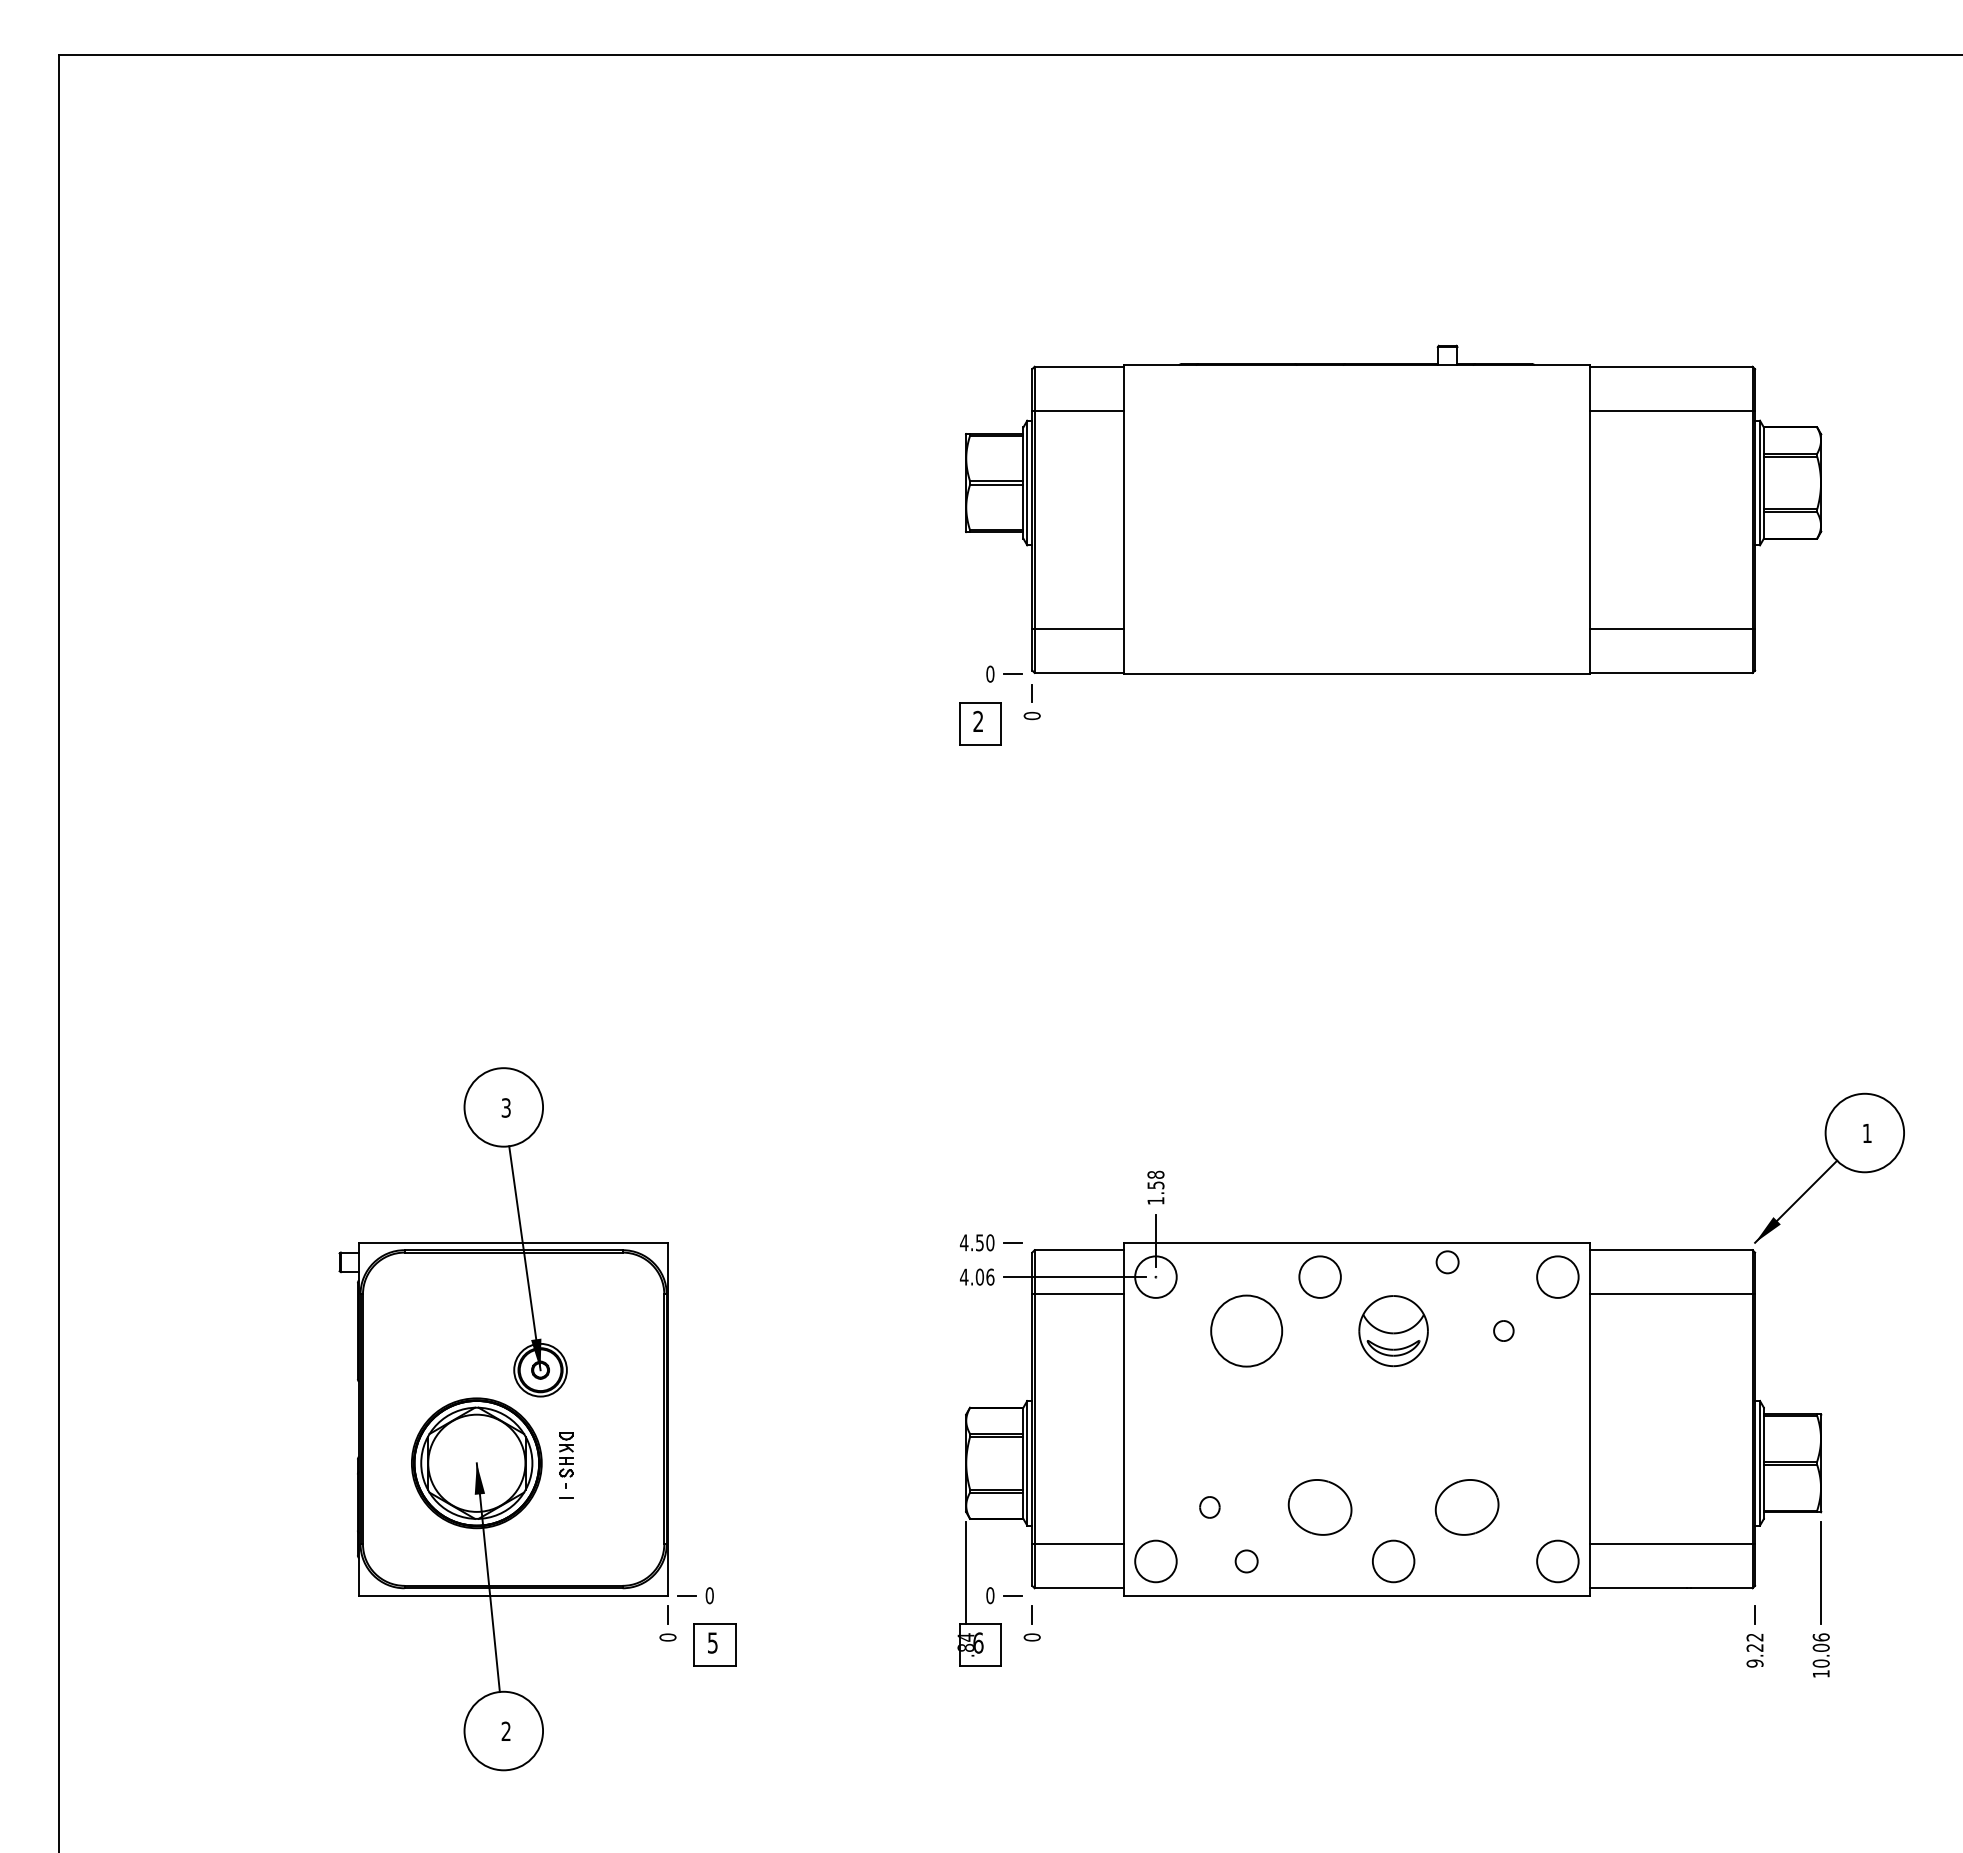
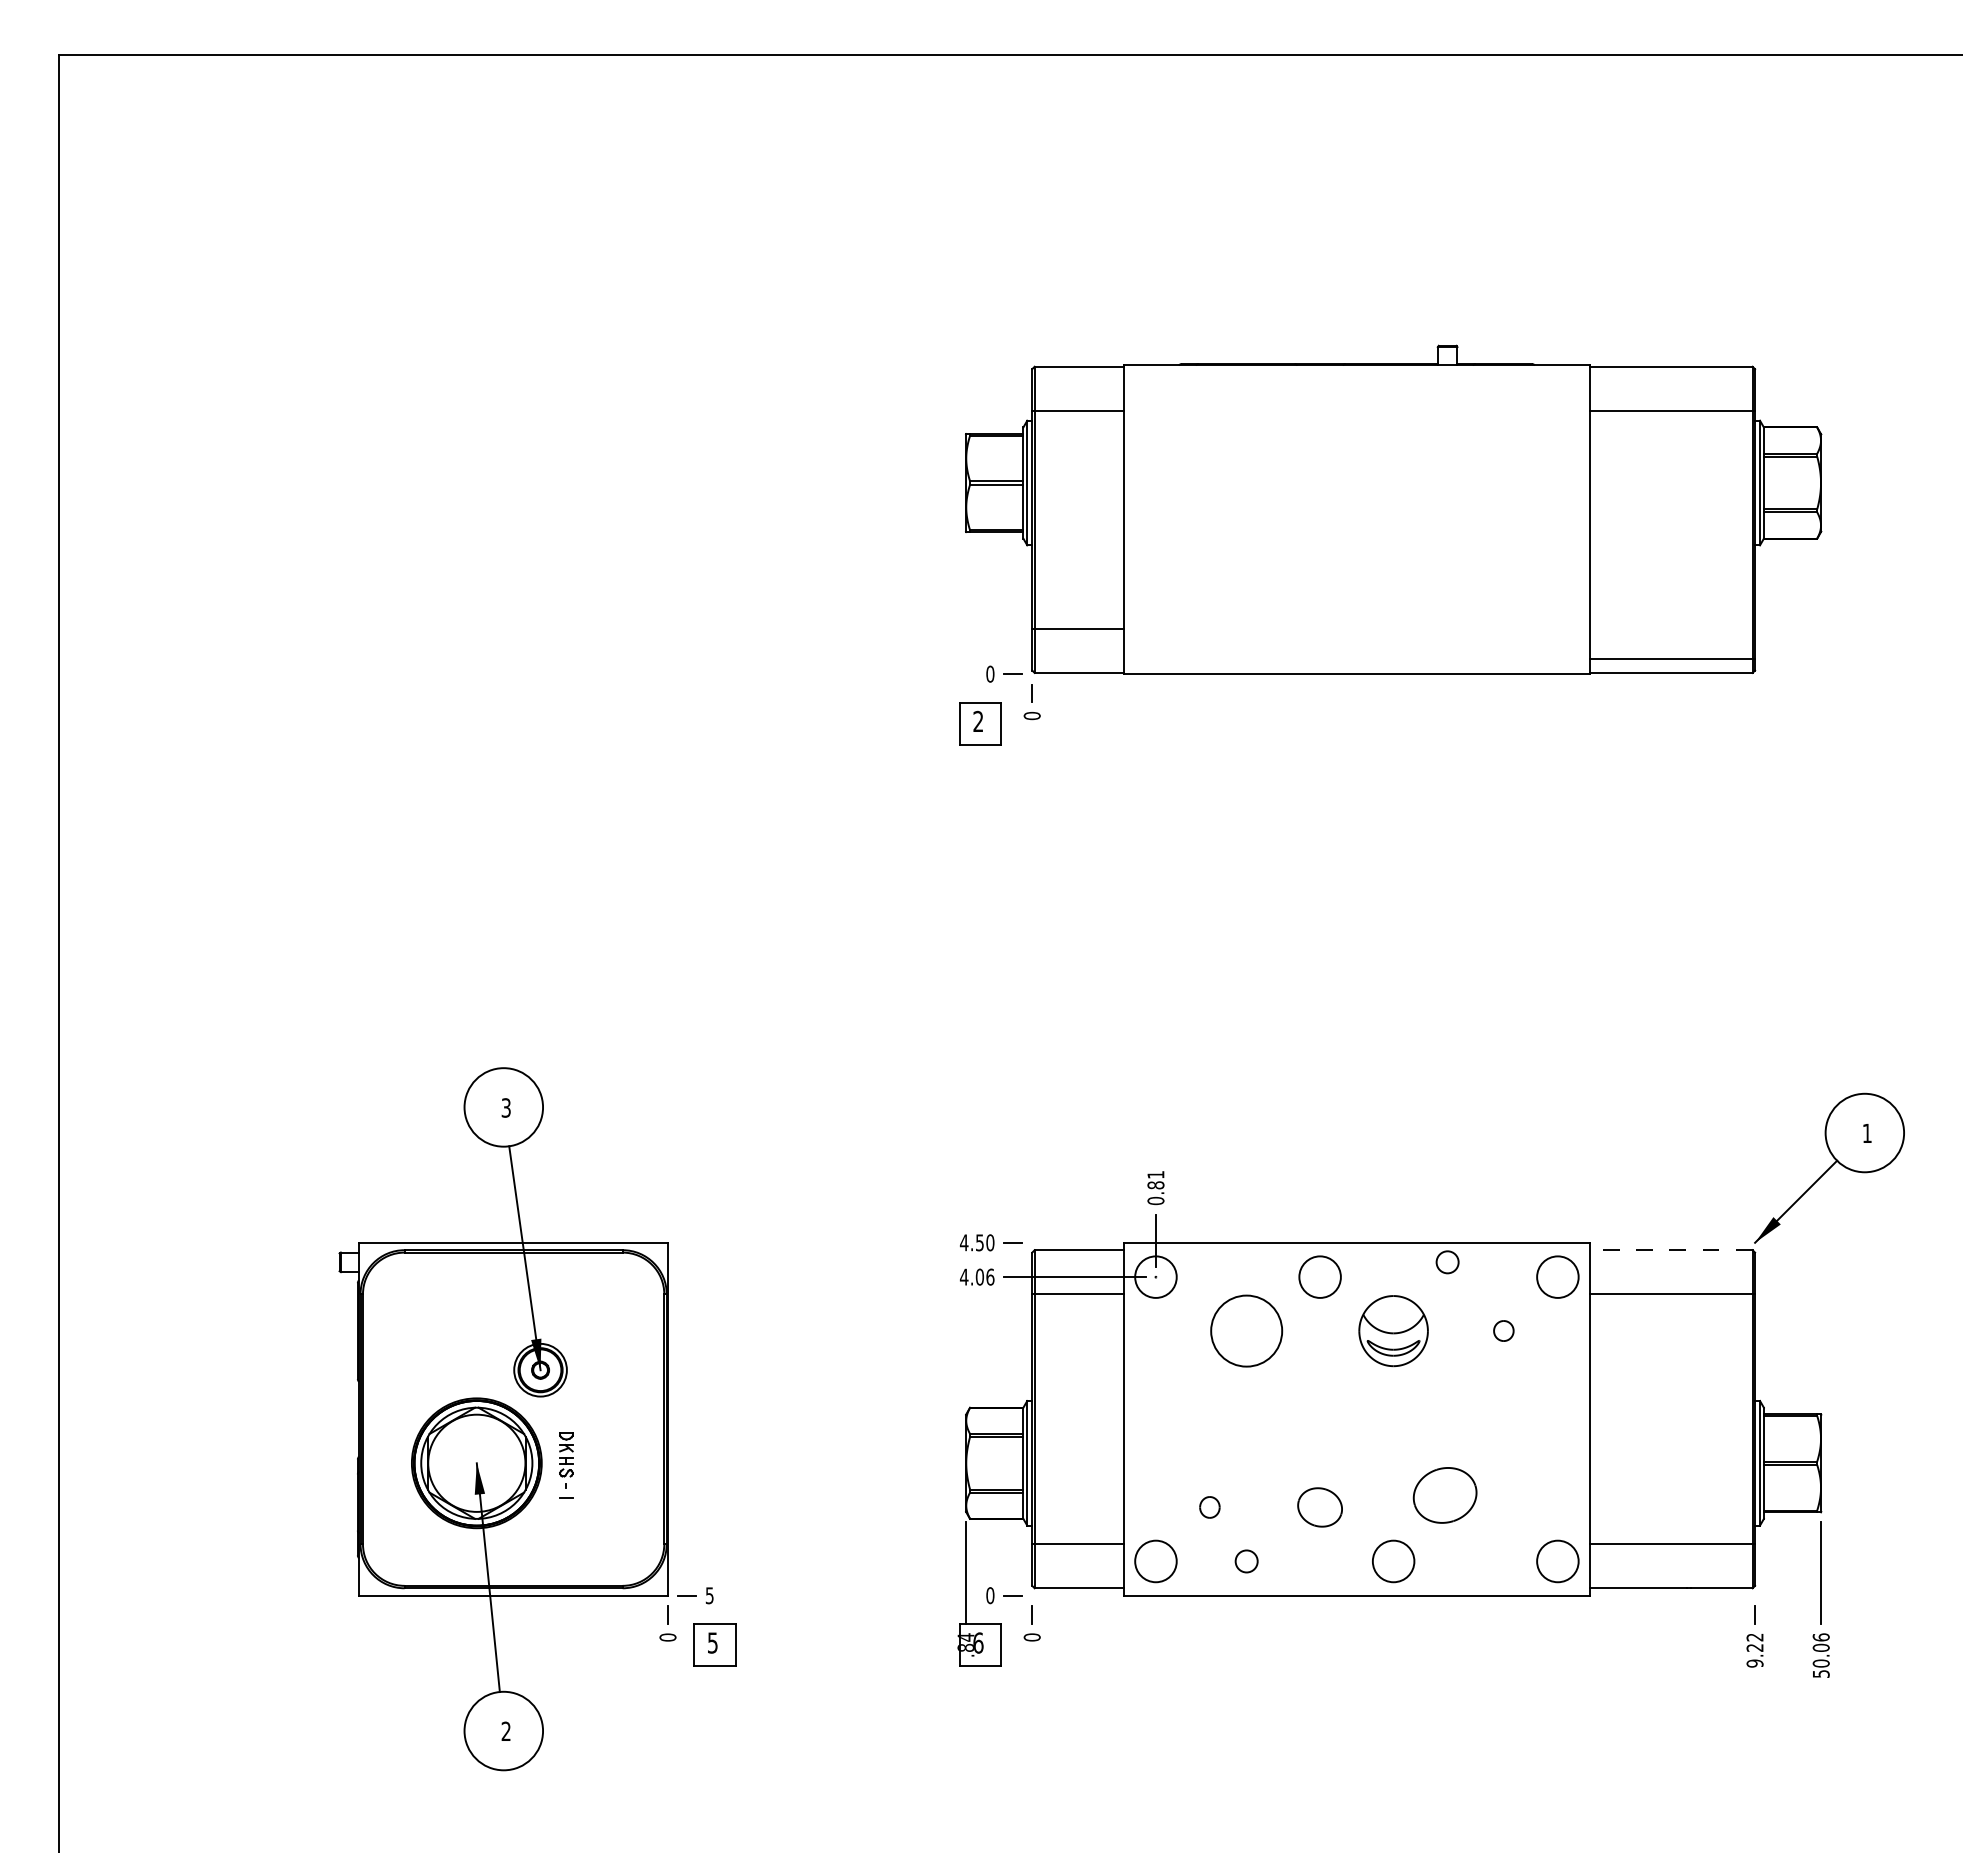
line at (1672, 628) position: (1672, 628) -> (1672, 658)
text at (1155, 1187): 1.58 -> 0.81
line at (1671, 1250): solid -> dashed
part at (1319, 1507) size: 66x57 px -> 46x41 px
part at (1466, 1507) position: (1466, 1507) -> (1444, 1495)
text at (709, 1595): 0 -> 5
text at (1821, 1673): 10.06 -> 50.06
